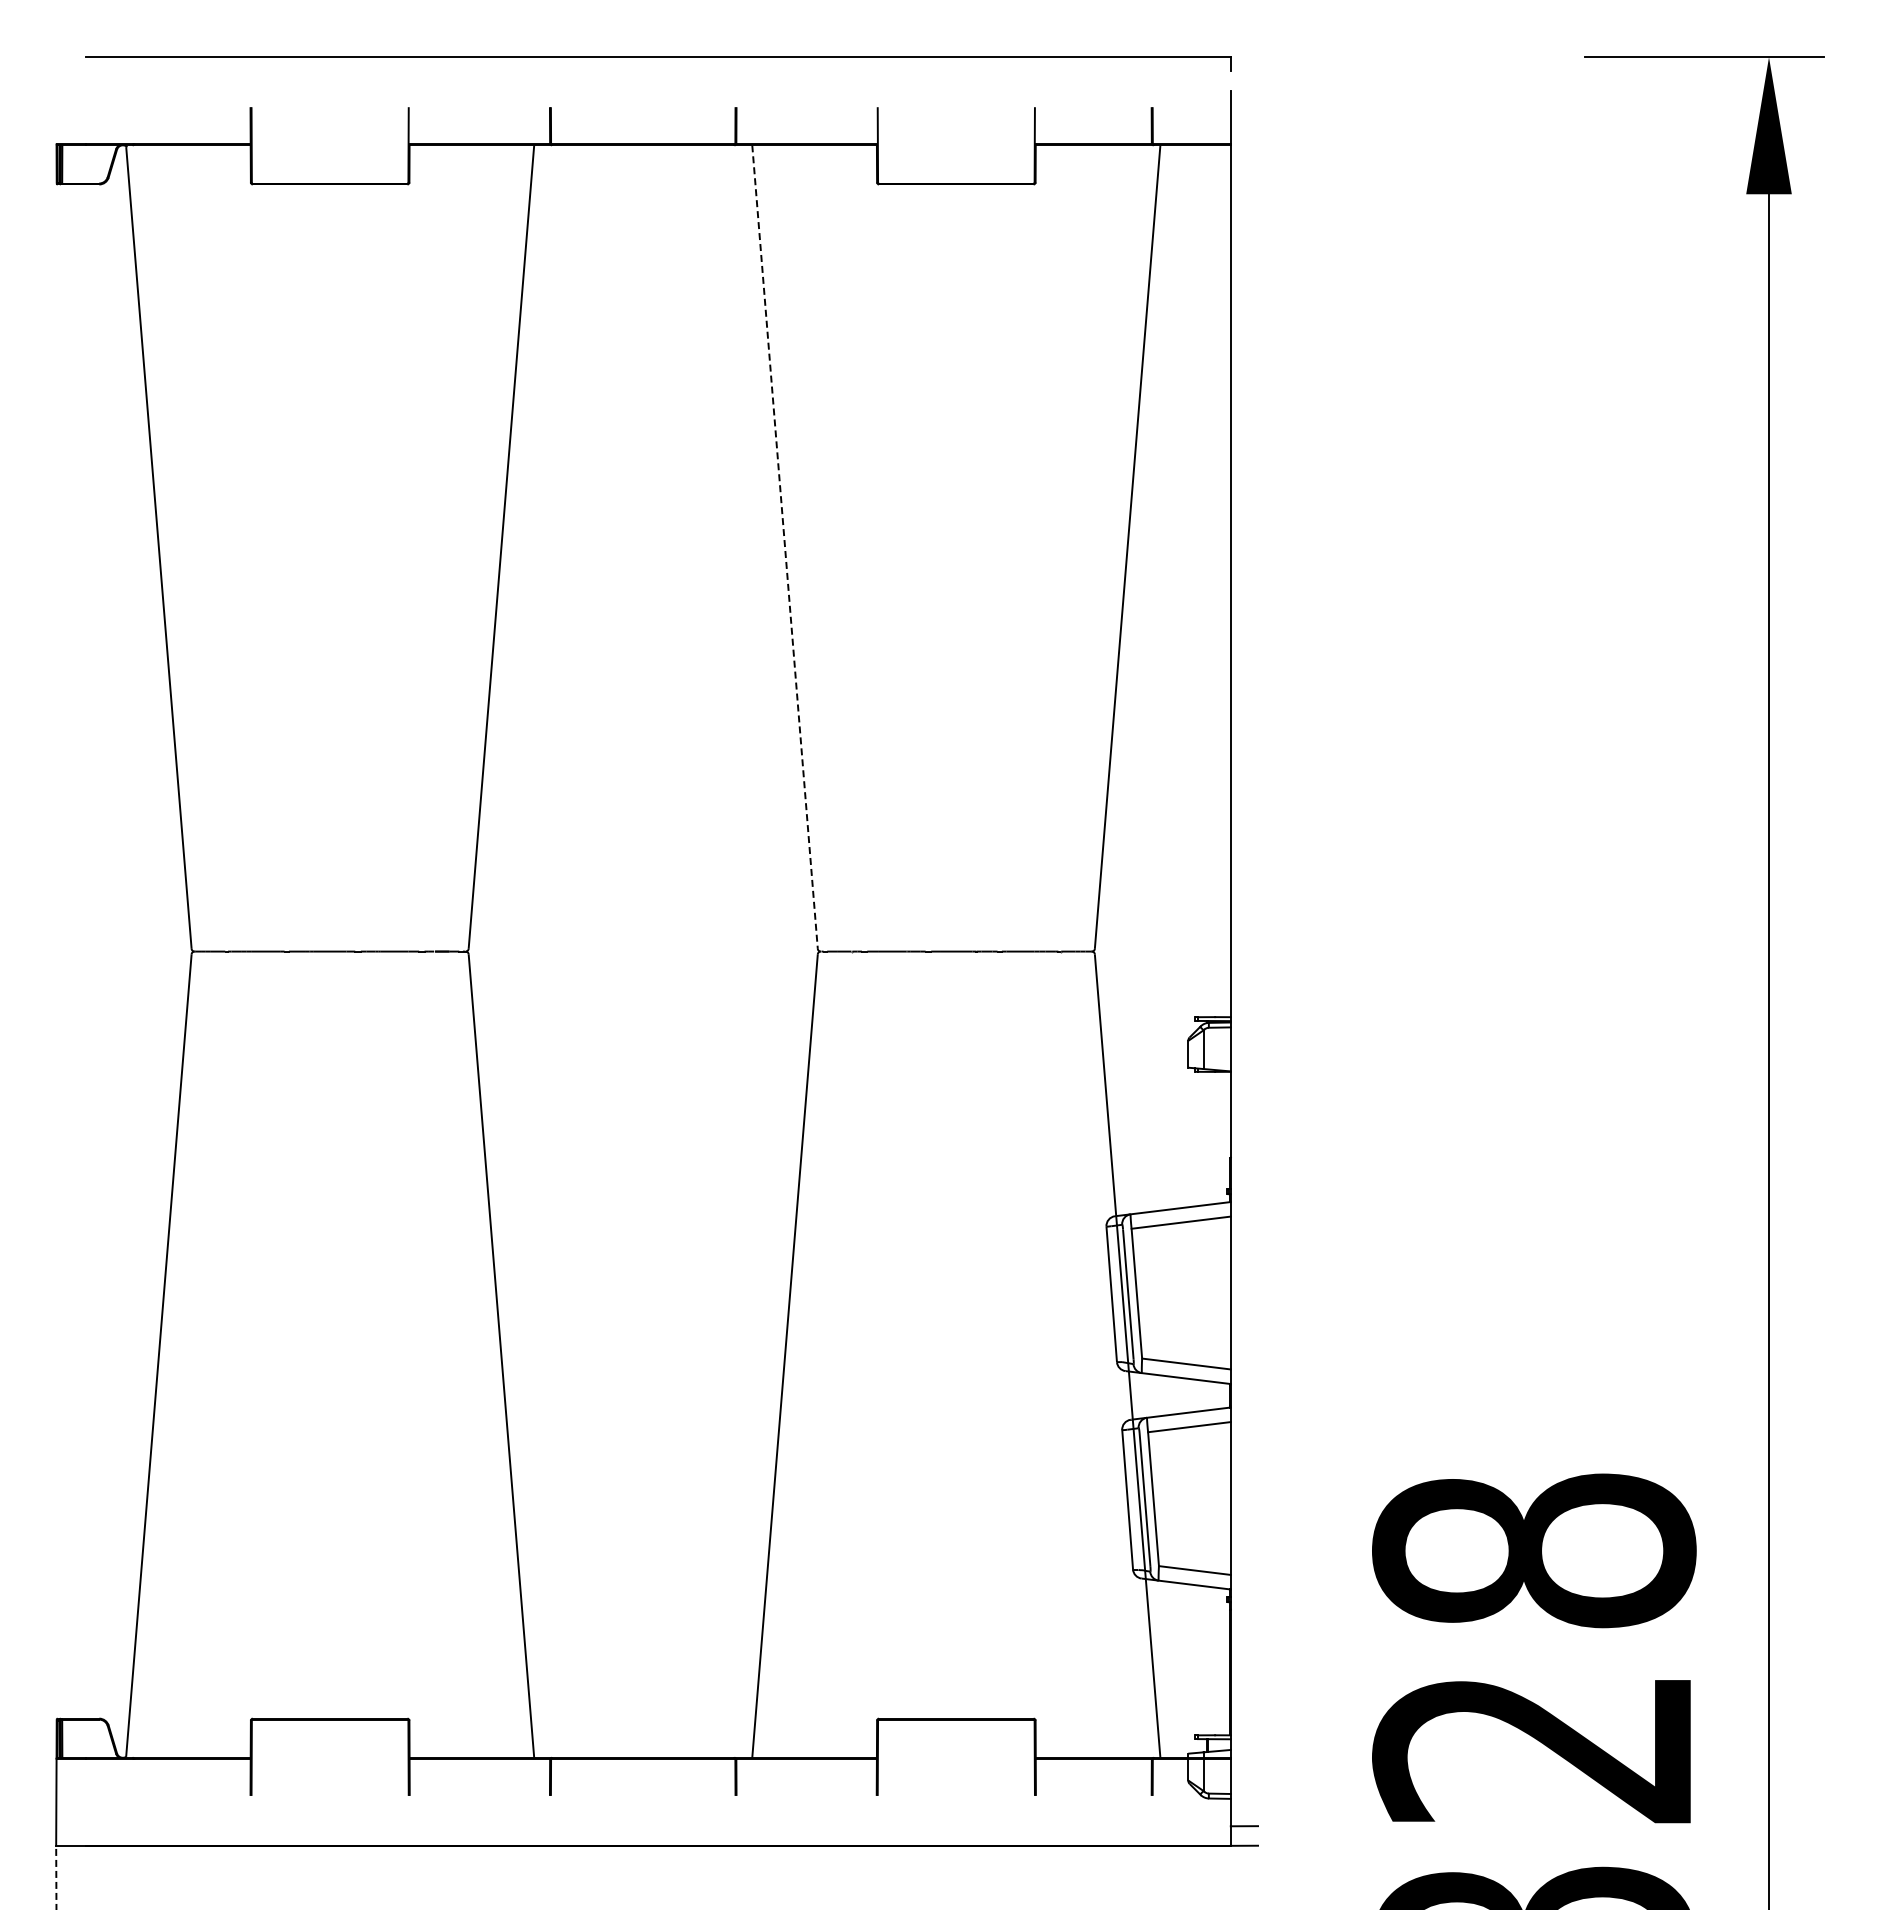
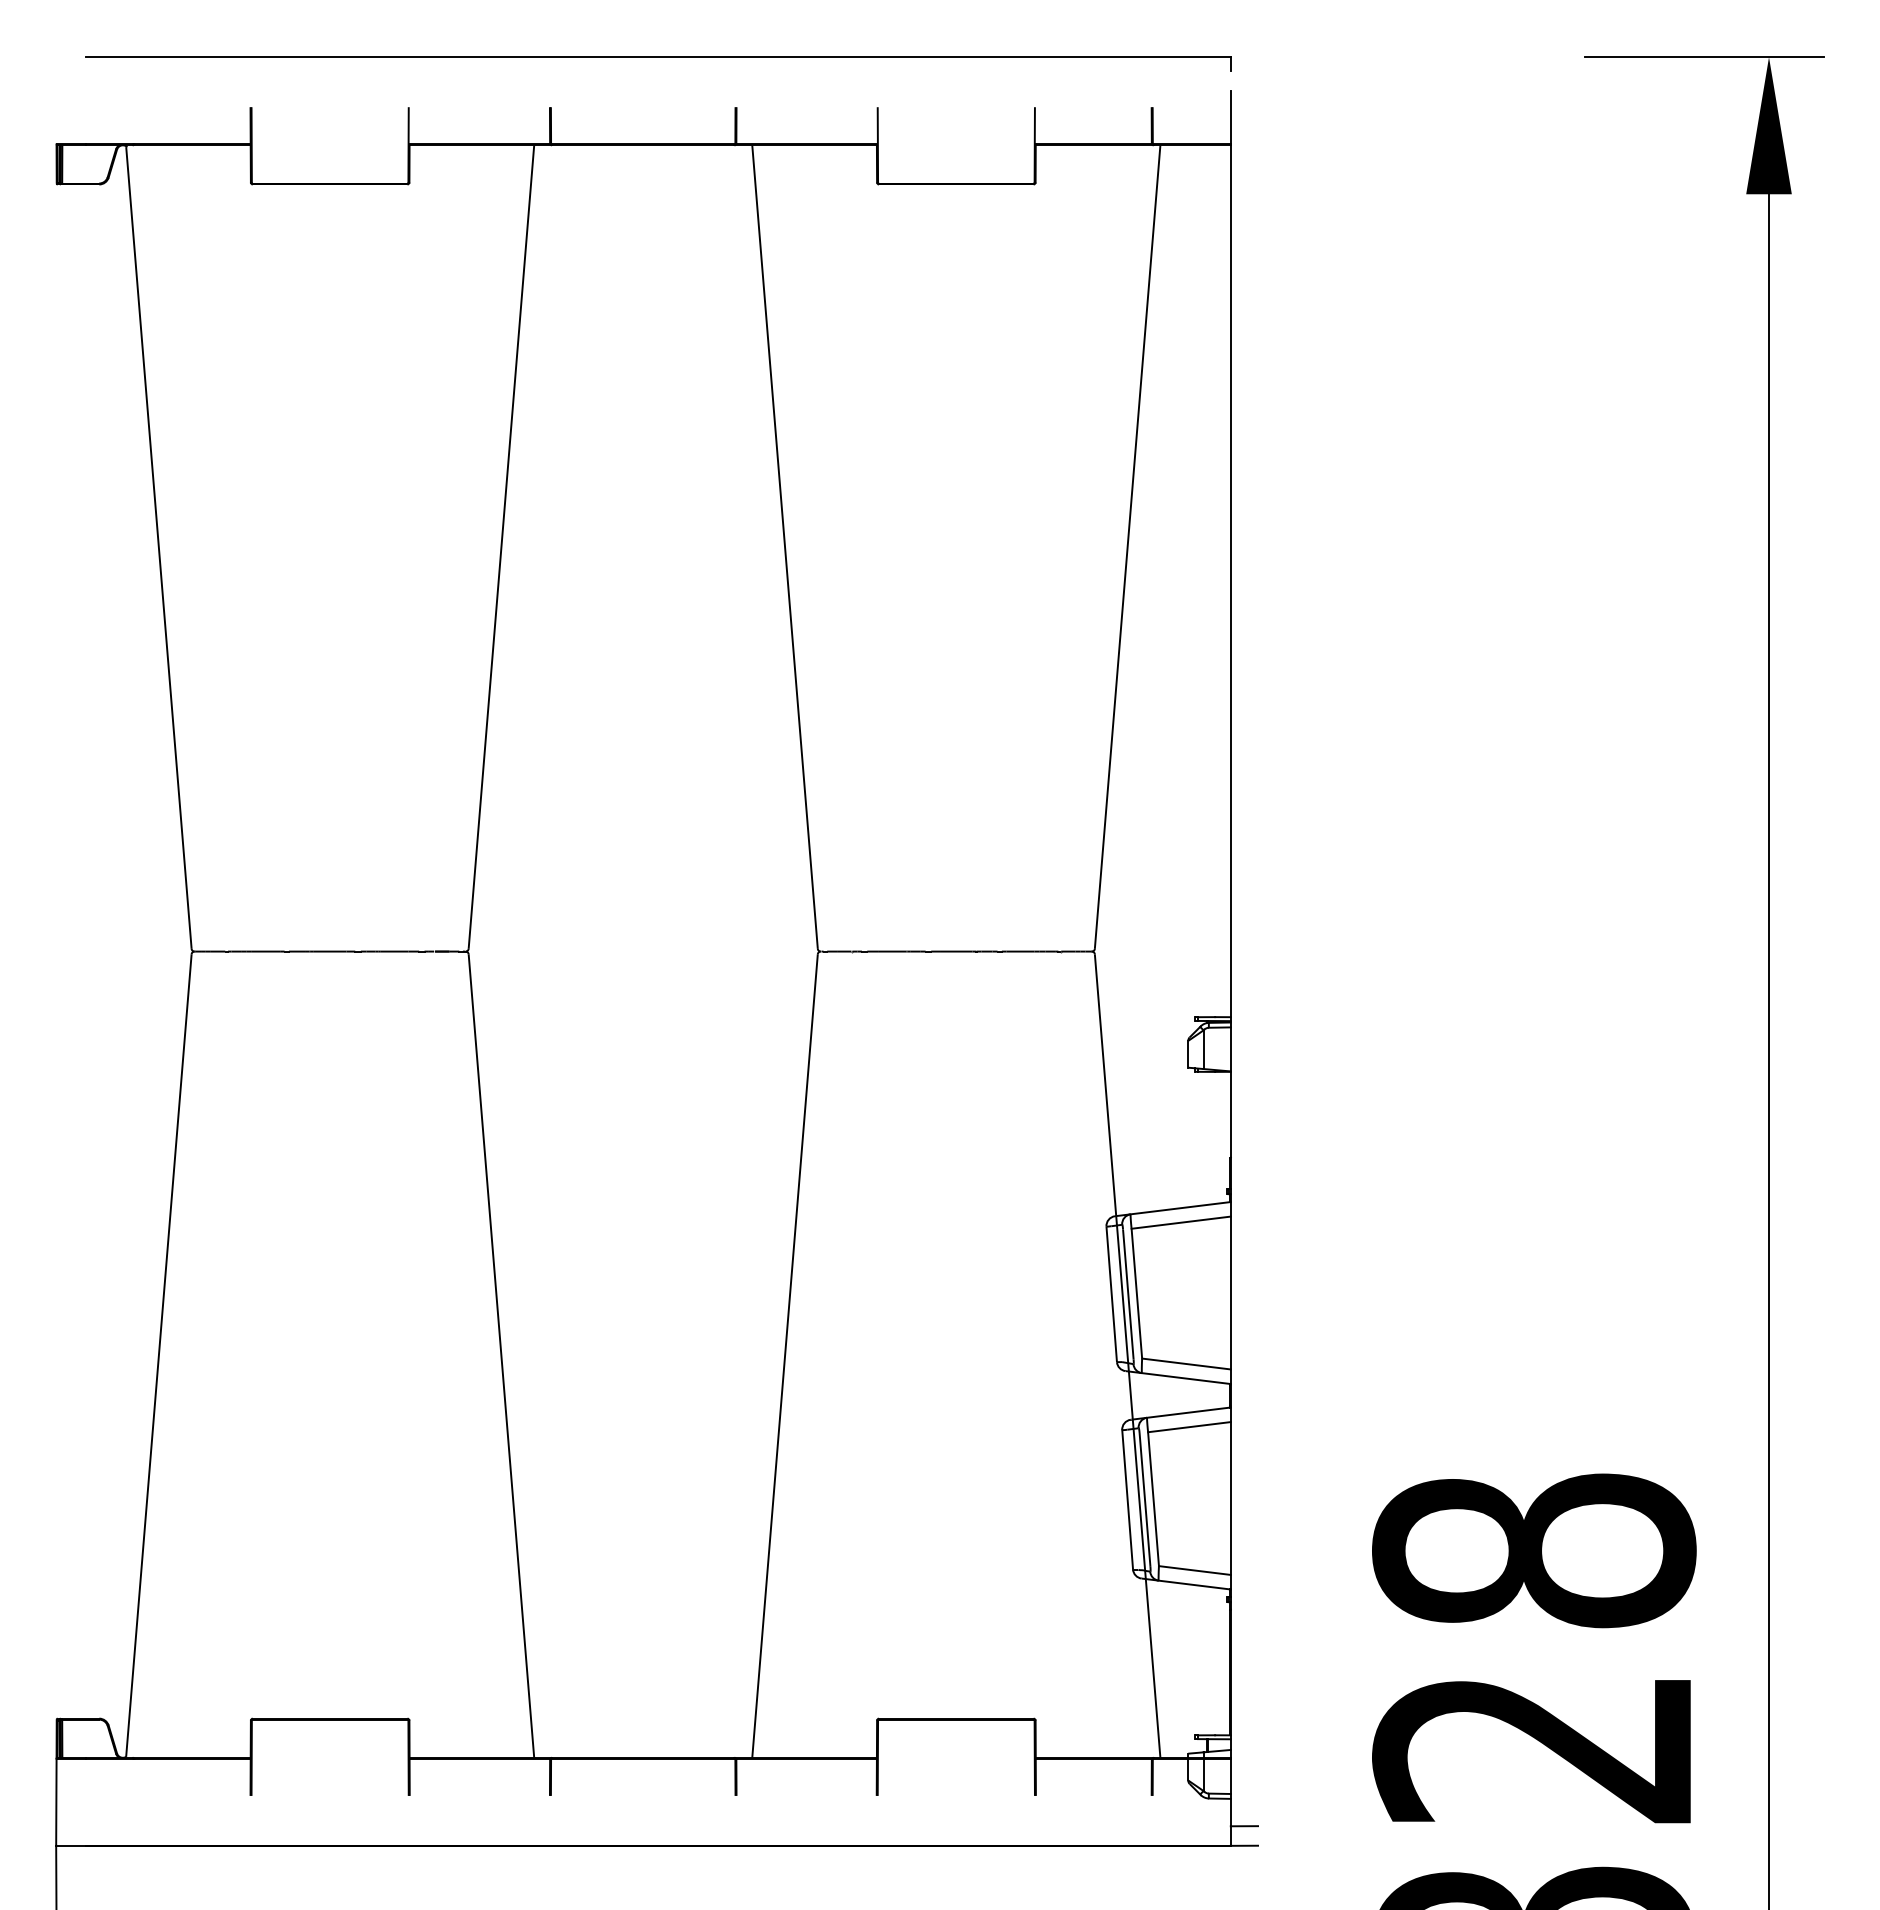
line at (785, 546): dashed -> solid
line at (56, 1877): dashed -> solid
